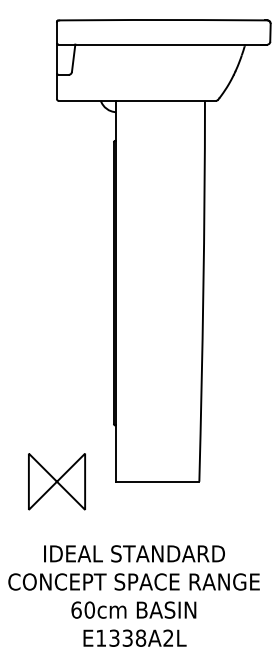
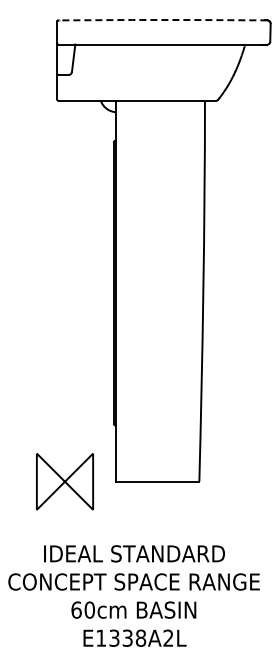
line at (162, 20): solid -> dashed
part at (56, 481) position: (56, 481) -> (64, 481)
